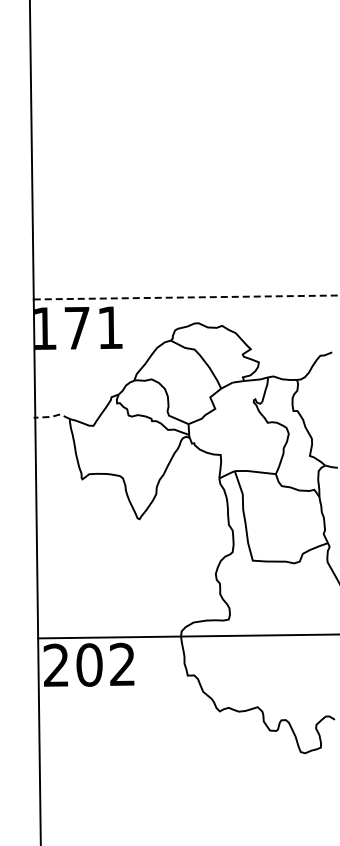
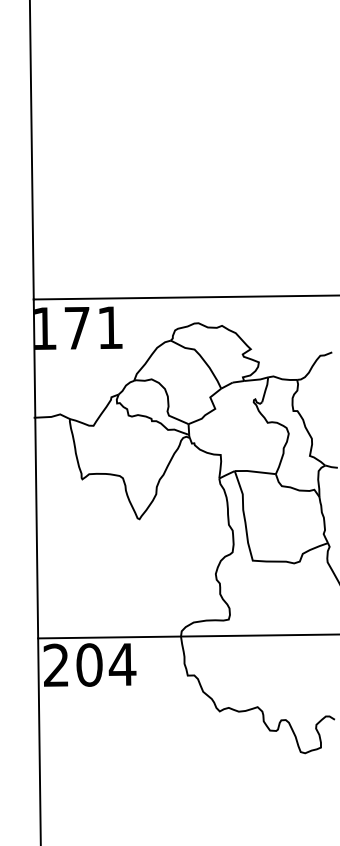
line at (186, 297): dashed -> solid
line at (52, 416): dashed -> solid
text at (122, 663): 202 -> 204
